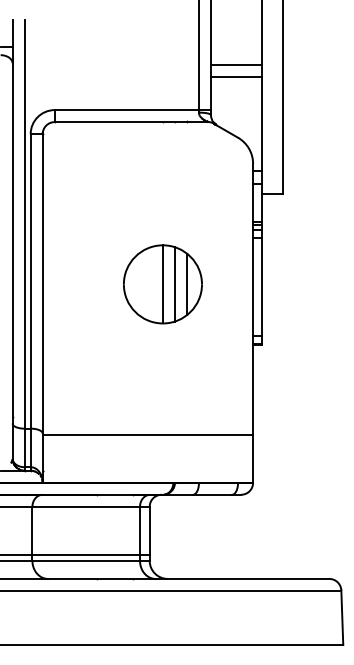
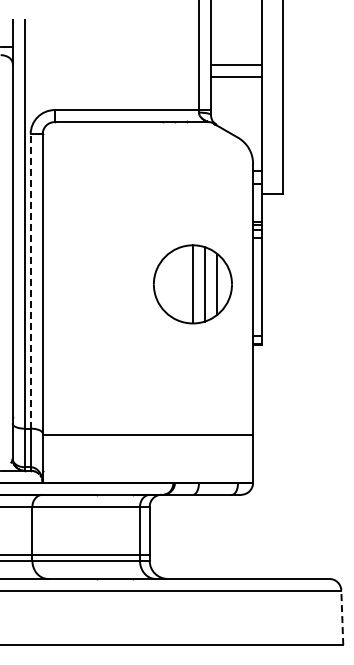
line at (30, 280): solid -> dashed
part at (162, 284) position: (162, 284) -> (192, 284)
line at (342, 617): solid -> dashed
